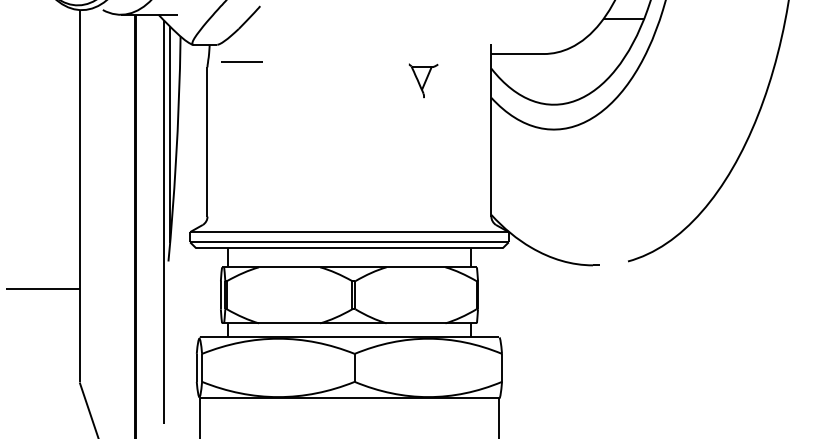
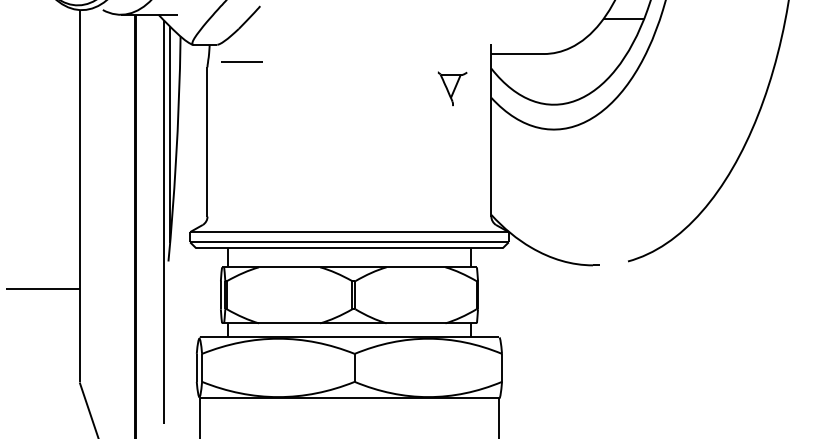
part at (423, 80) position: (423, 80) -> (452, 88)
